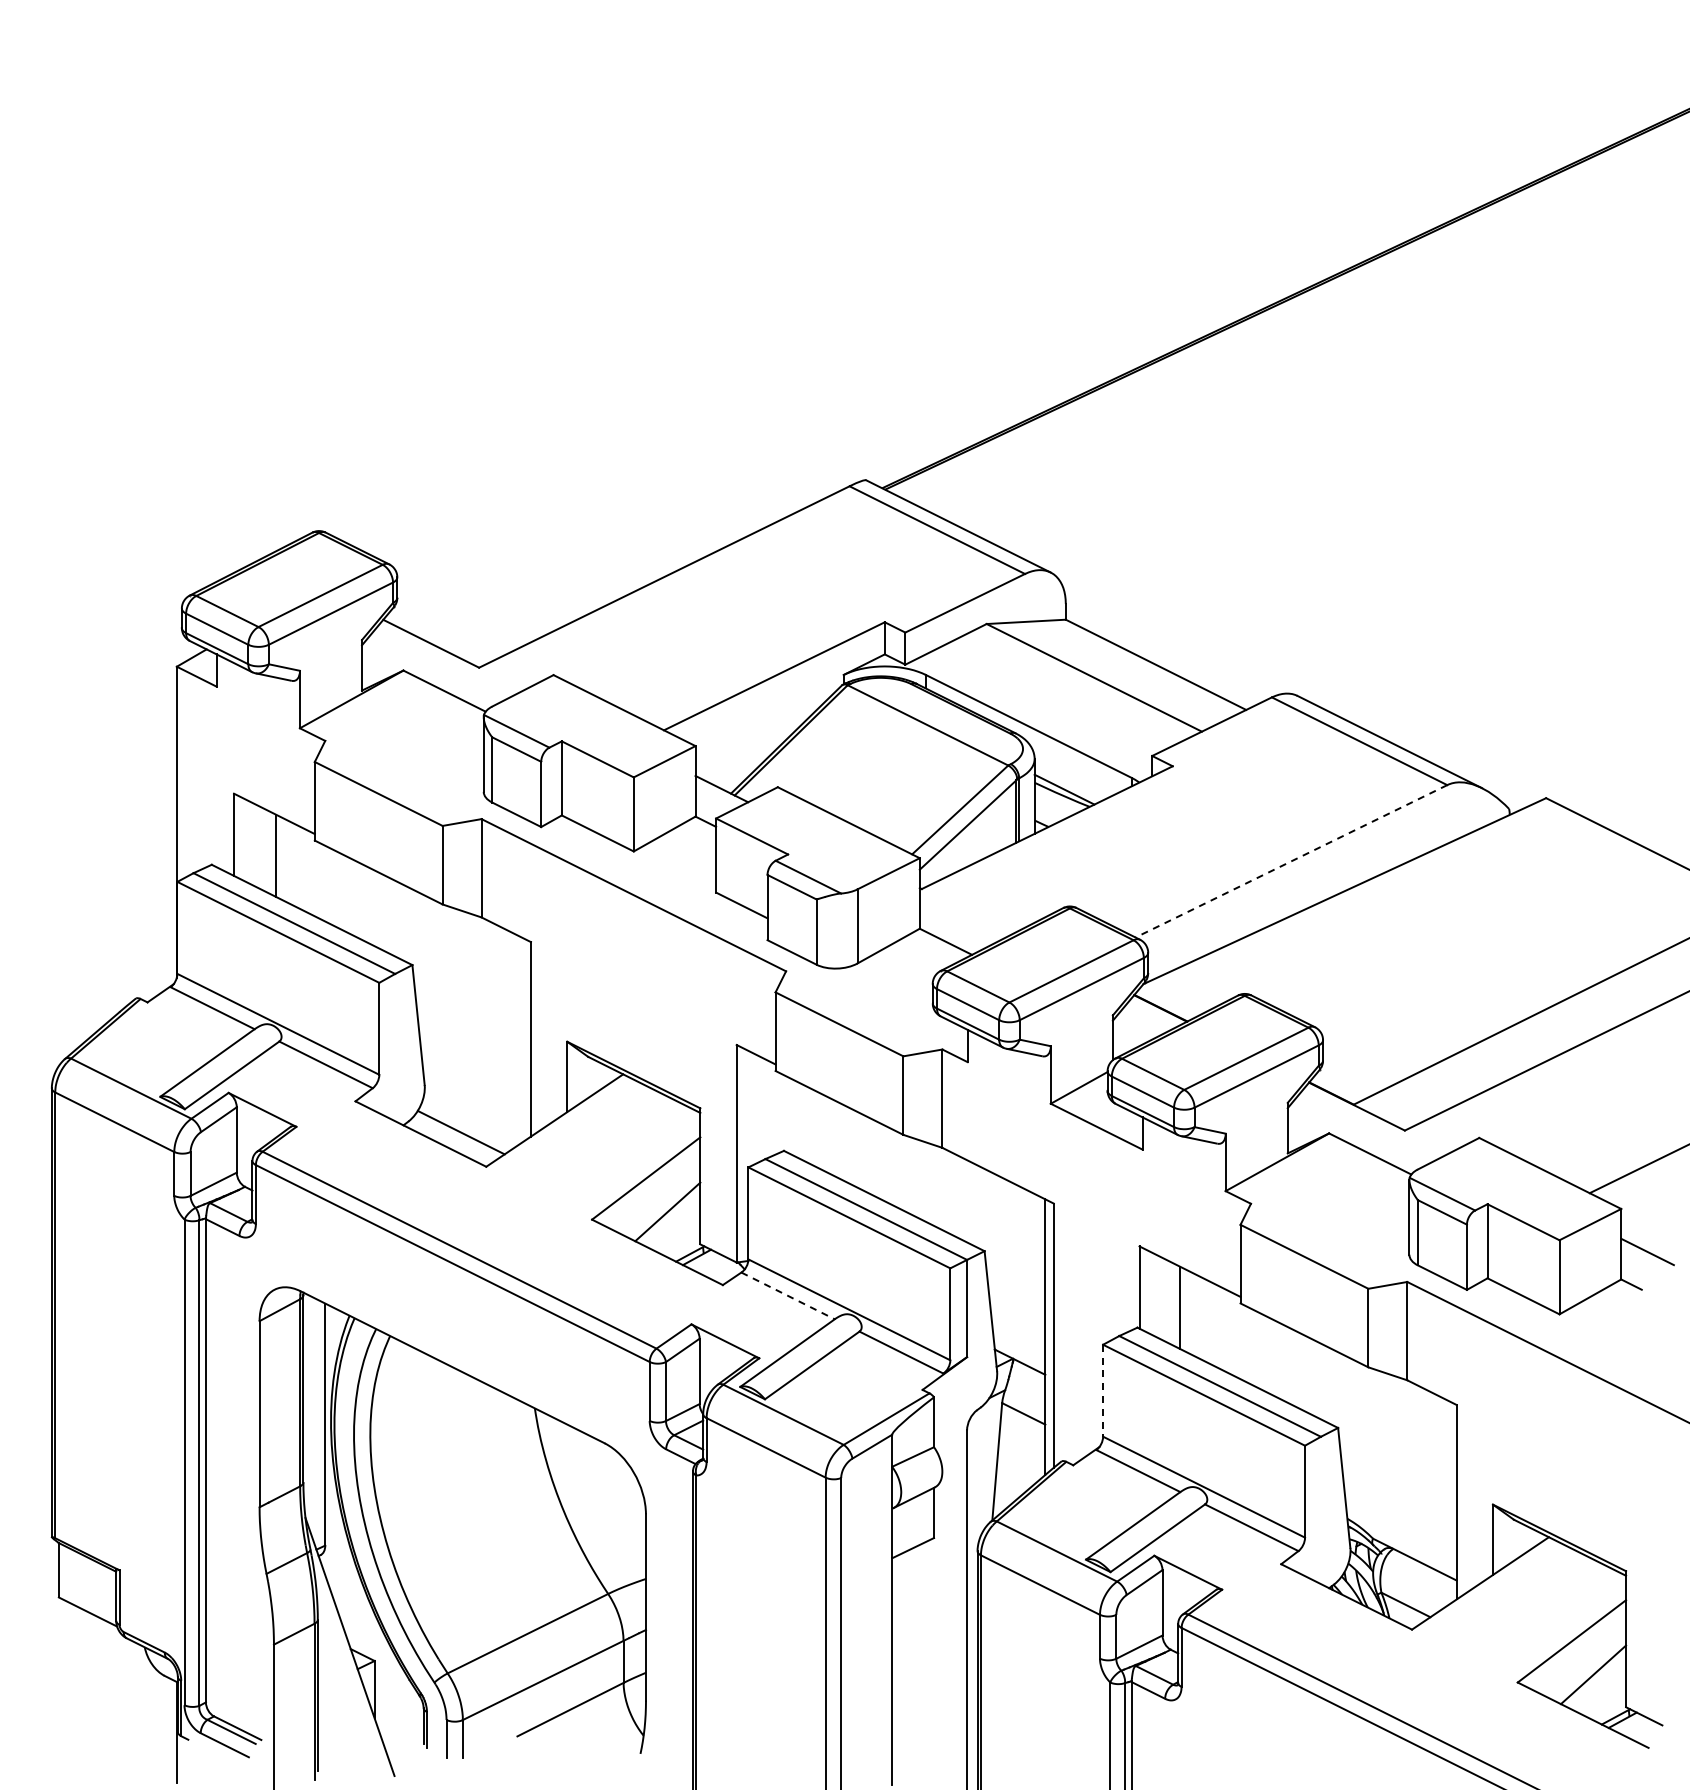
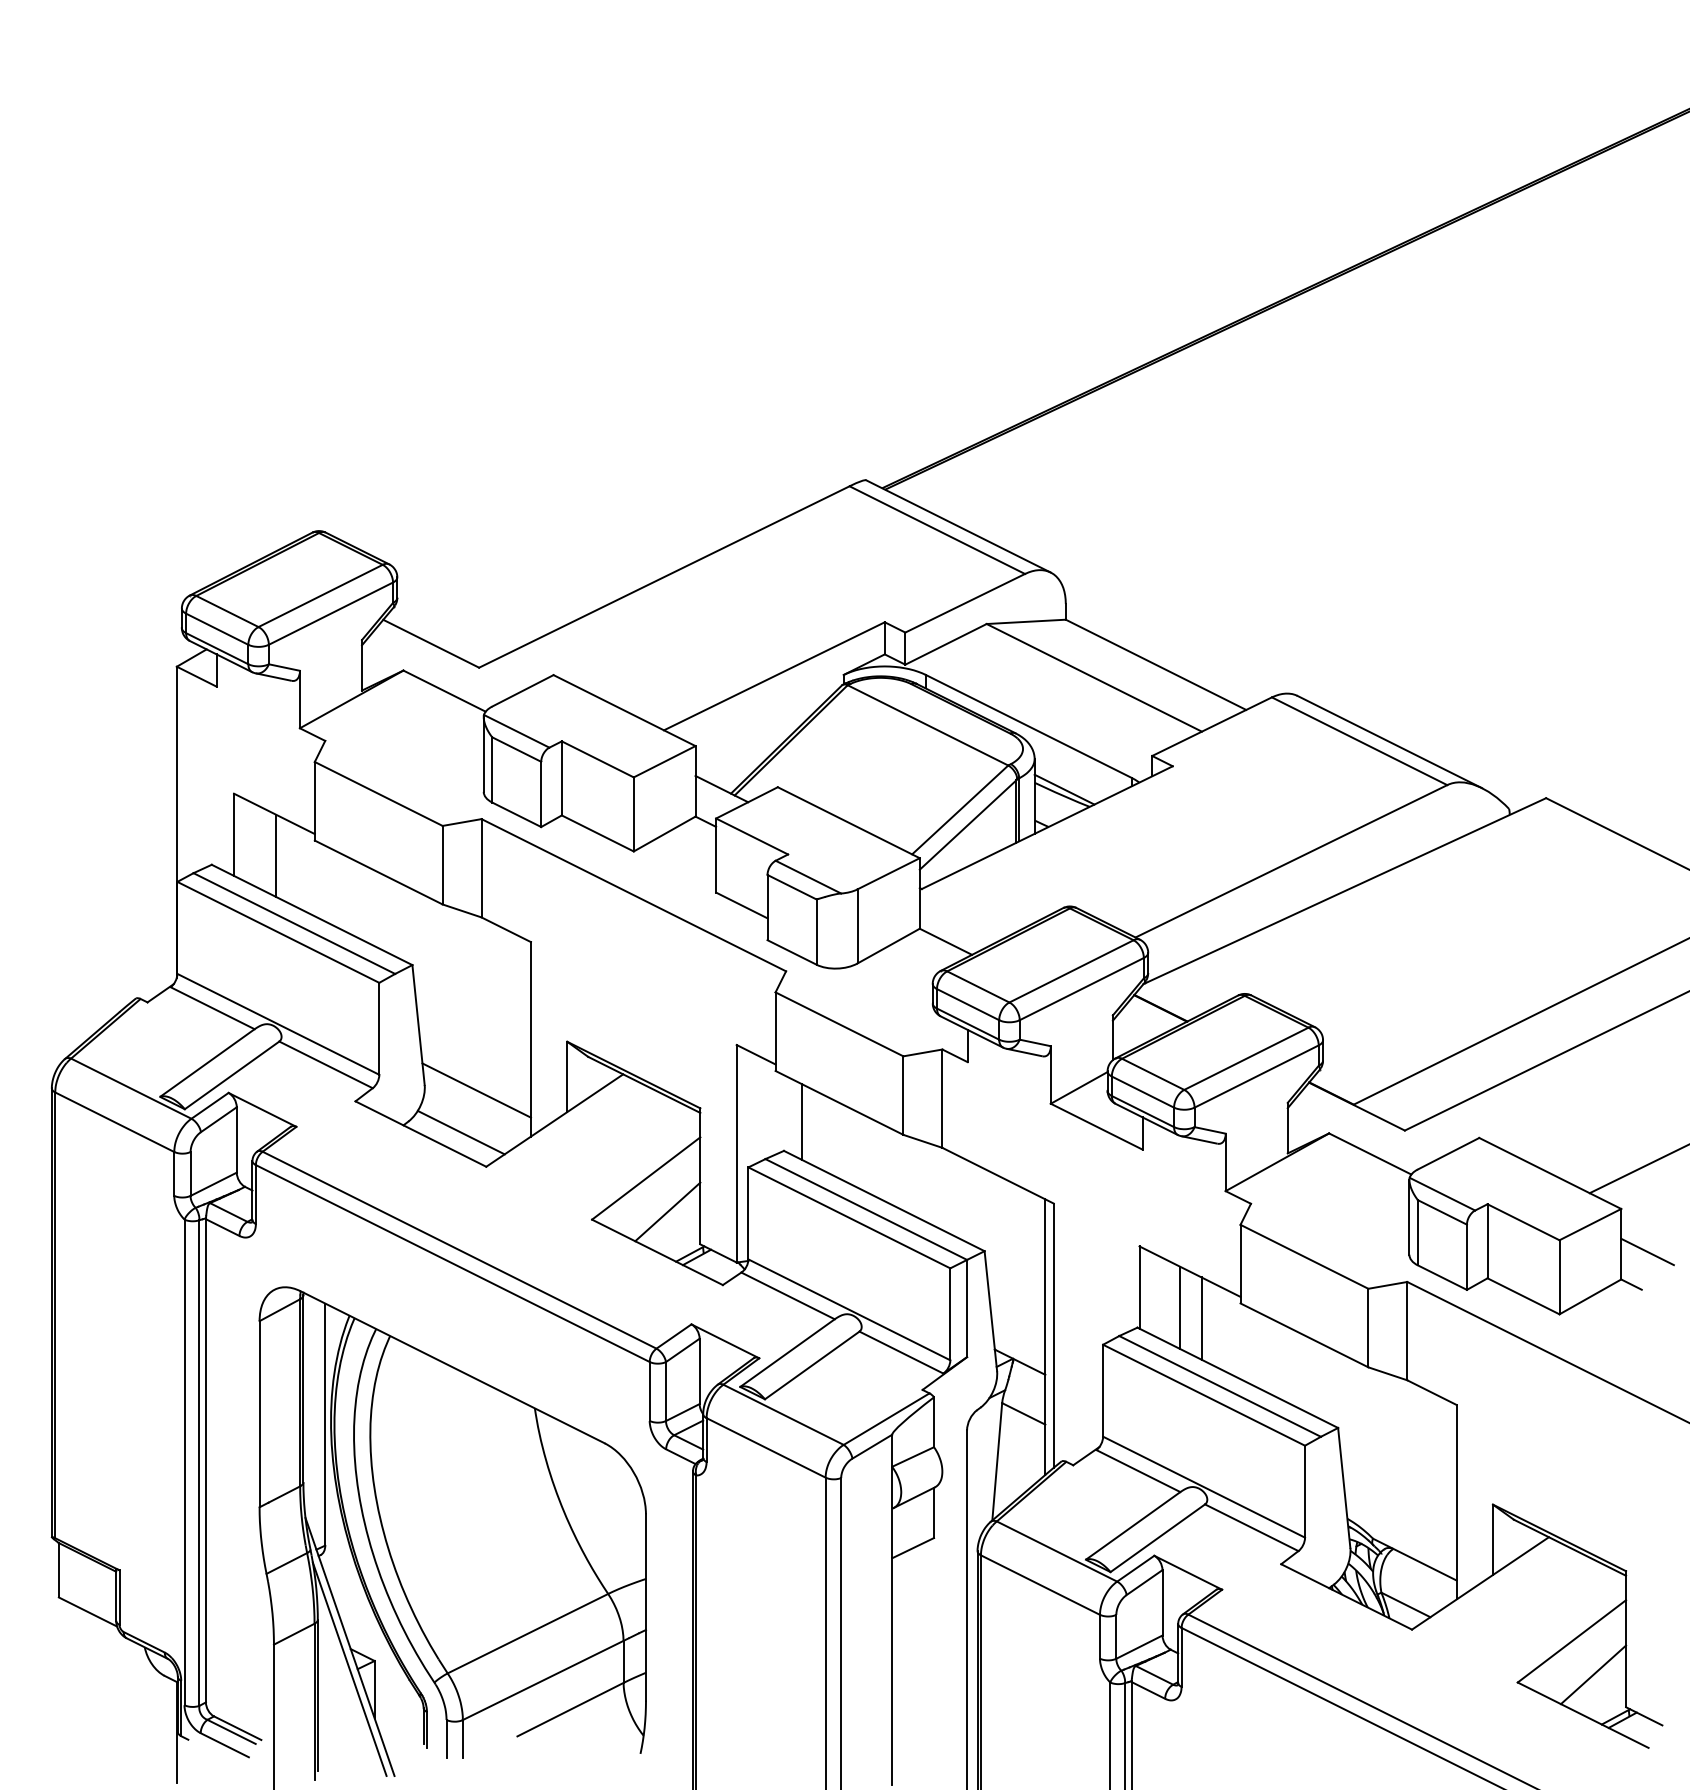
line at (1291, 861): dashed -> solid
line at (476, 1090): none -> present
line at (801, 1121): none -> present
line at (788, 1296): dashed -> solid
line at (1201, 1318): none -> present
line at (1103, 1390): dashed -> solid
line at (349, 1668): none -> present
